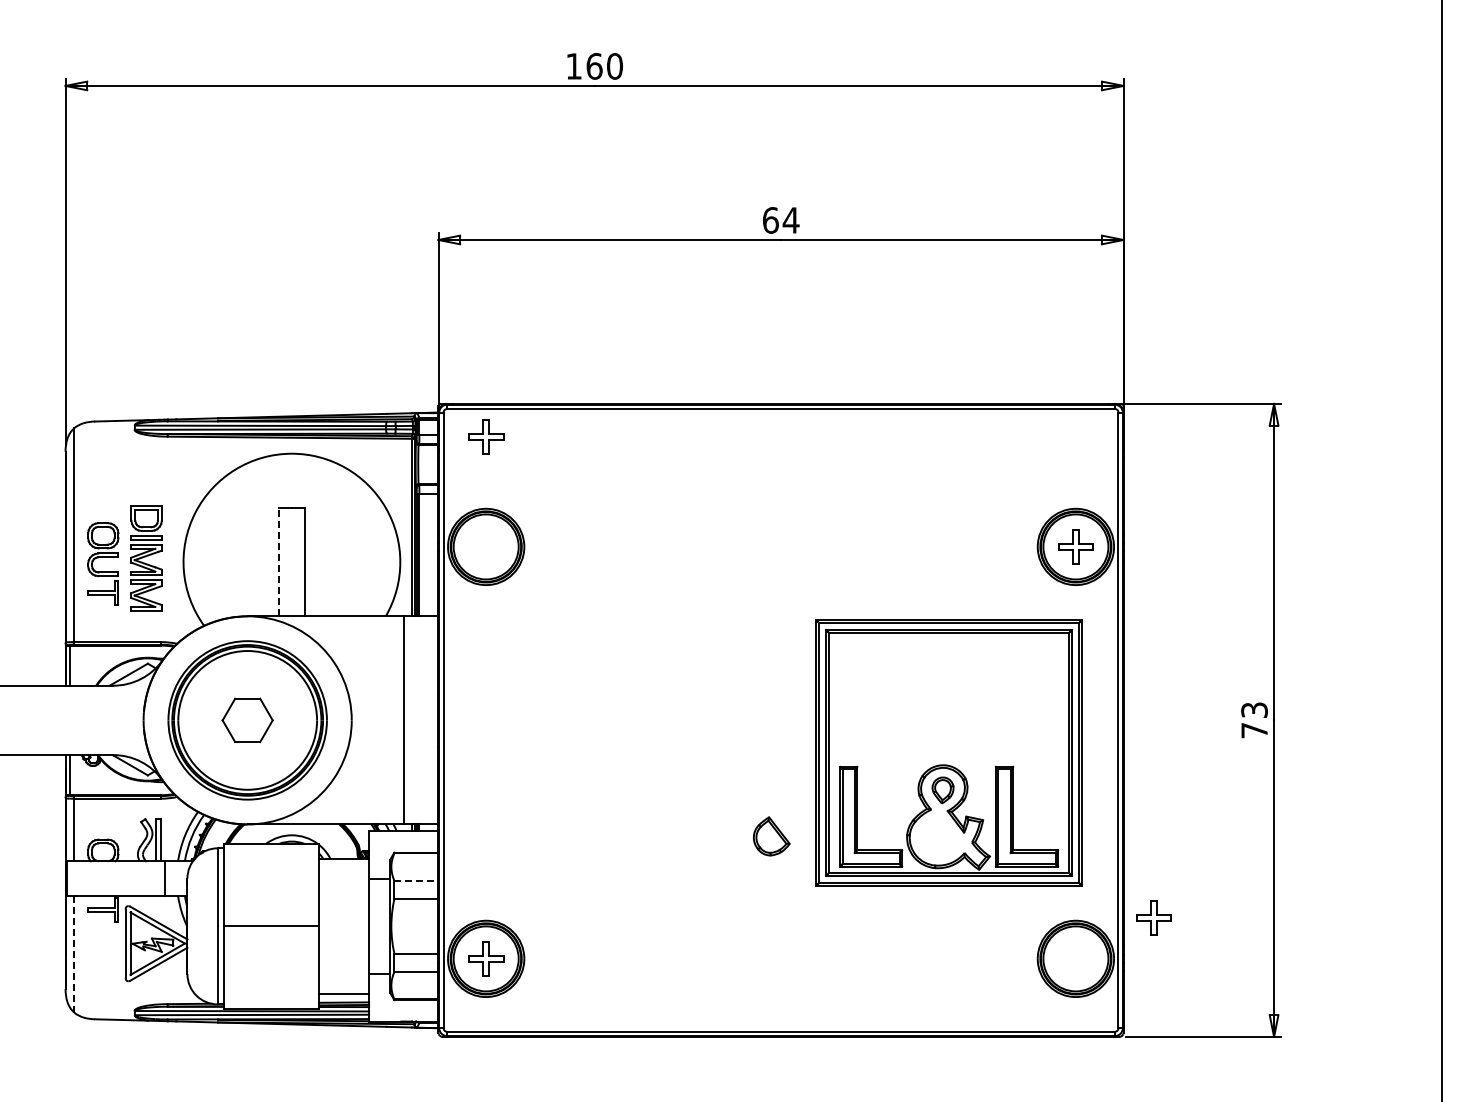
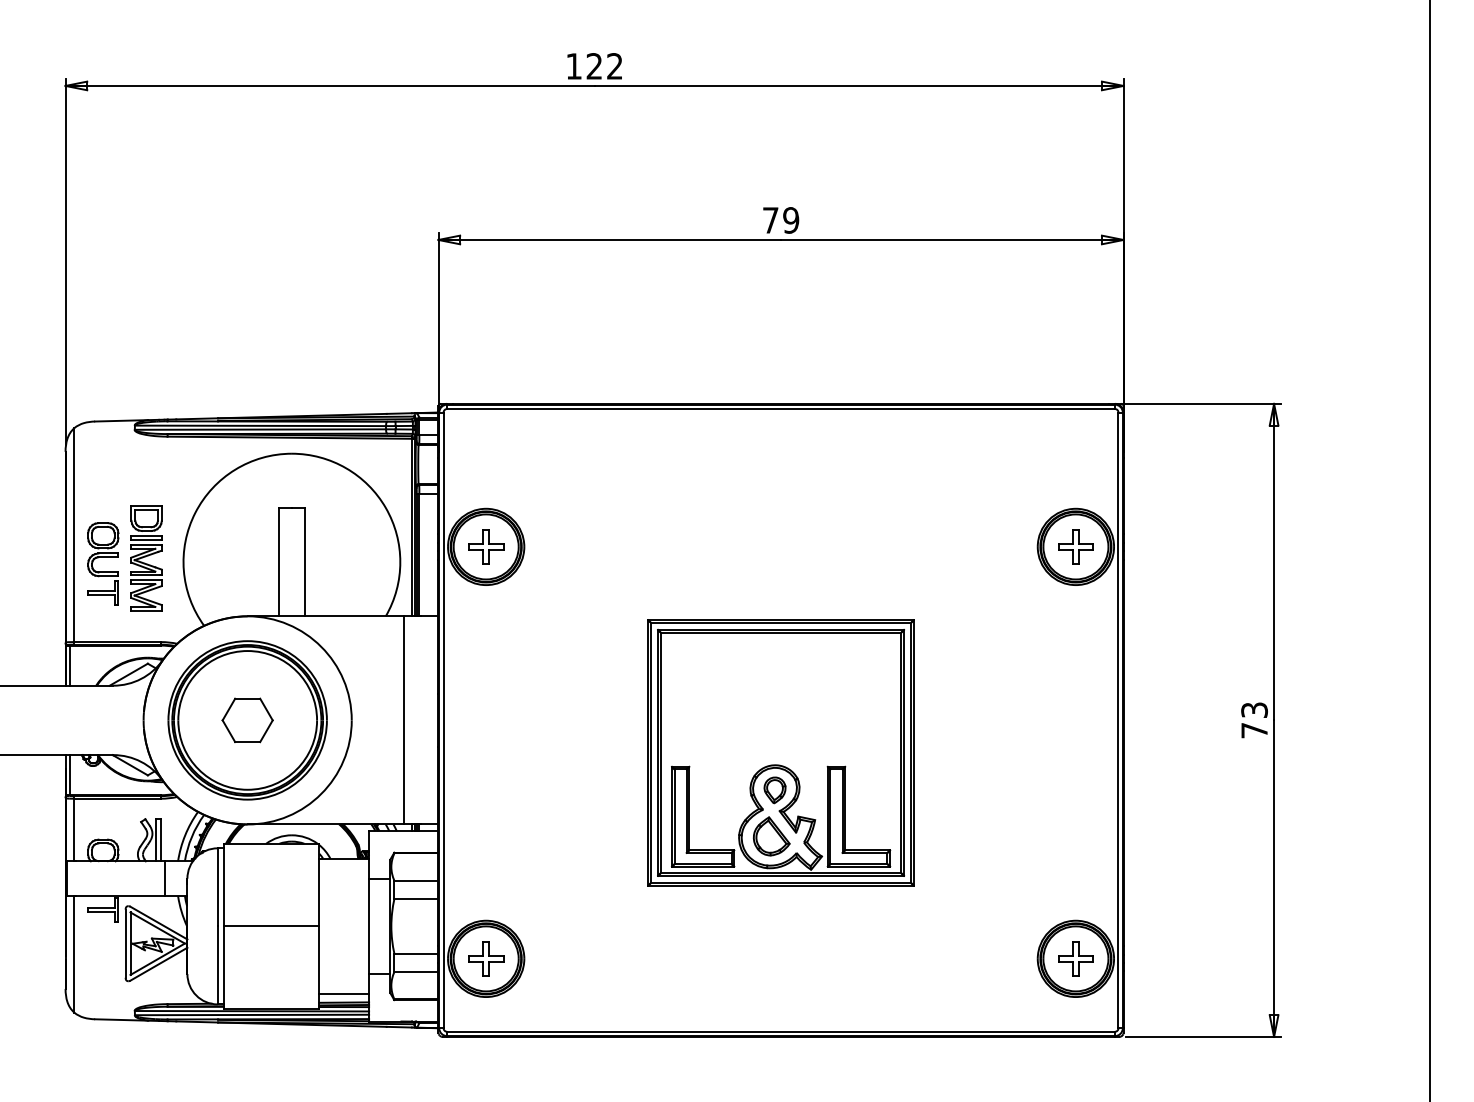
text at (604, 66): 160 -> 122
text at (780, 220): 64 -> 79
part at (486, 436) position: (486, 436) -> (486, 546)
line at (1441, 550) position: (1441, 550) -> (1429, 550)
line at (278, 561): dashed -> solid
part at (948, 752) position: (948, 752) -> (780, 752)
line at (416, 880): dashed -> solid
part at (1153, 917) position: (1153, 917) -> (1075, 958)
line at (74, 954): dashed -> solid
